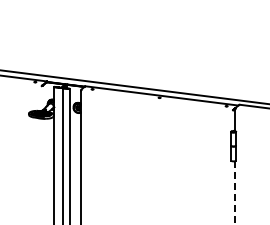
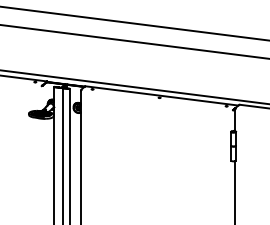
line at (134, 23): none -> present
line at (134, 41): none -> present
line at (235, 192): dashed -> solid
